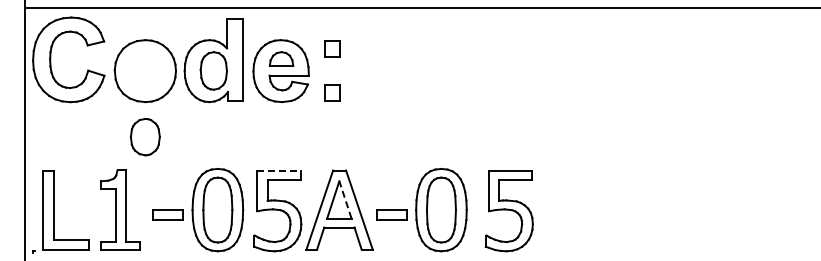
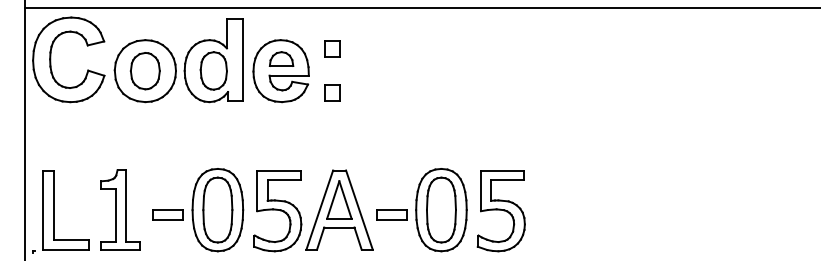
part at (144, 137) position: (144, 137) -> (144, 71)
line at (279, 170): dashed -> solid
line at (345, 199): dashed -> solid
part at (508, 211) position: (508, 211) -> (500, 211)
